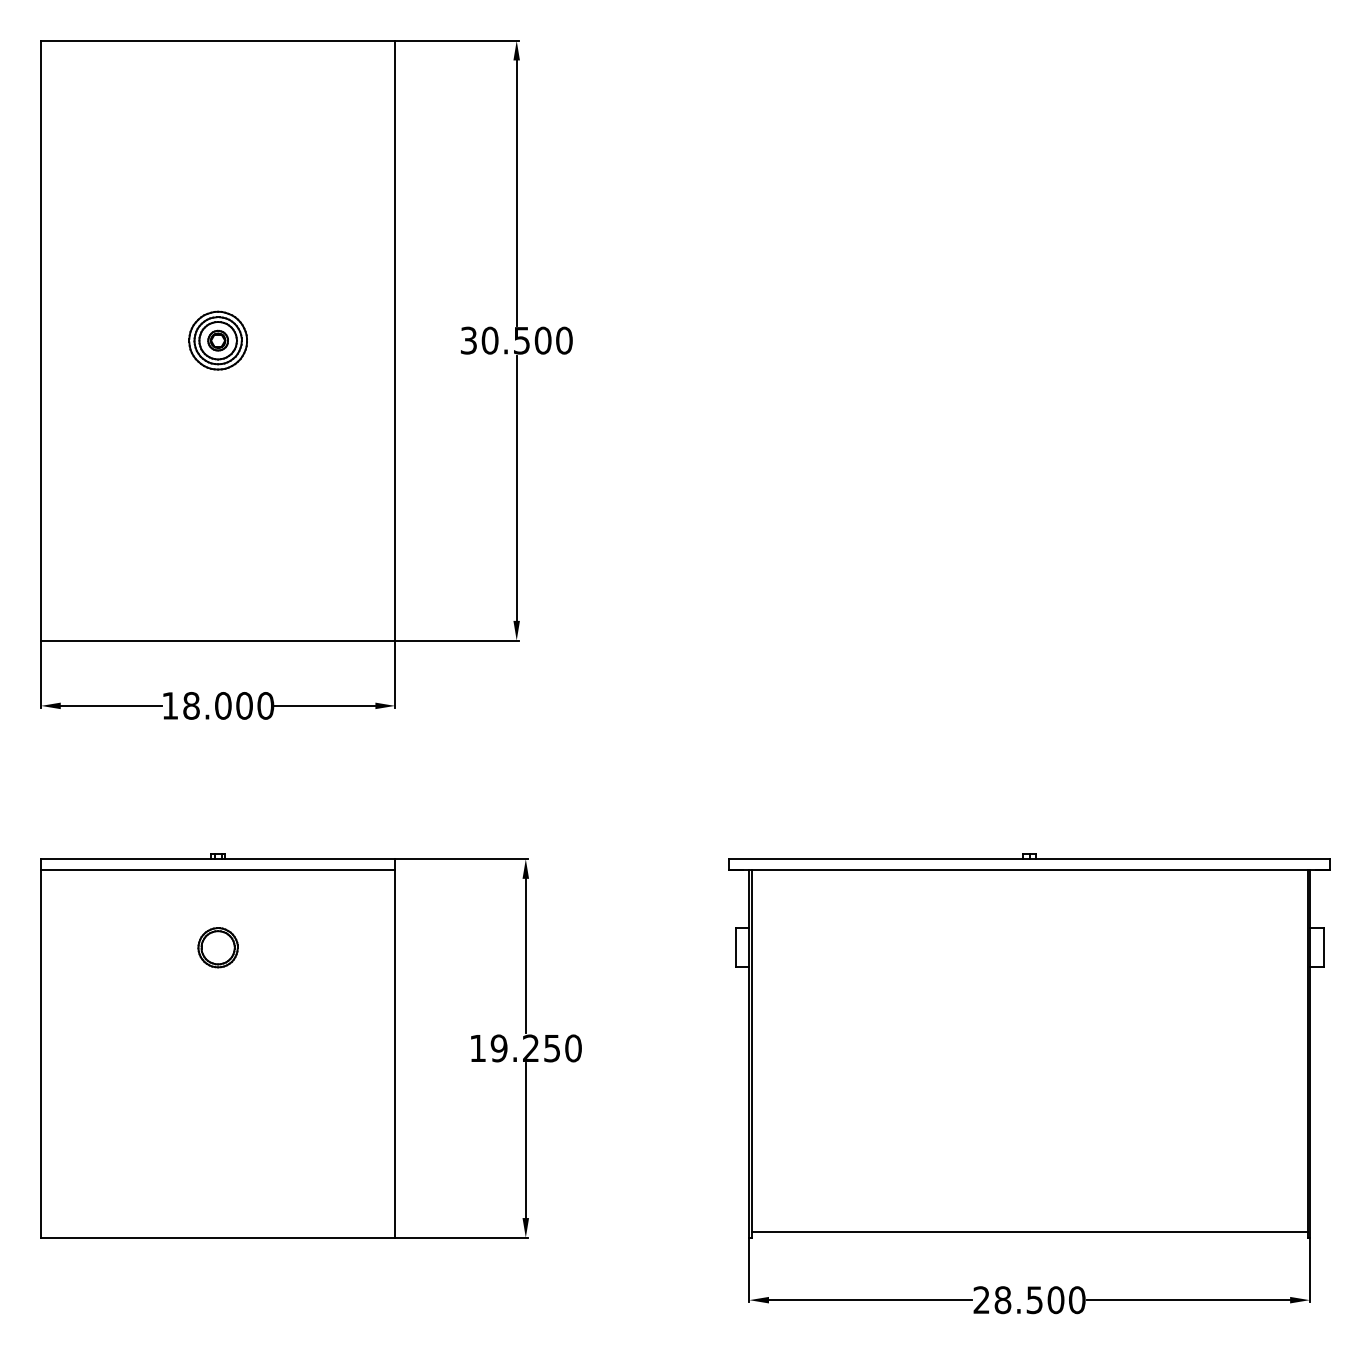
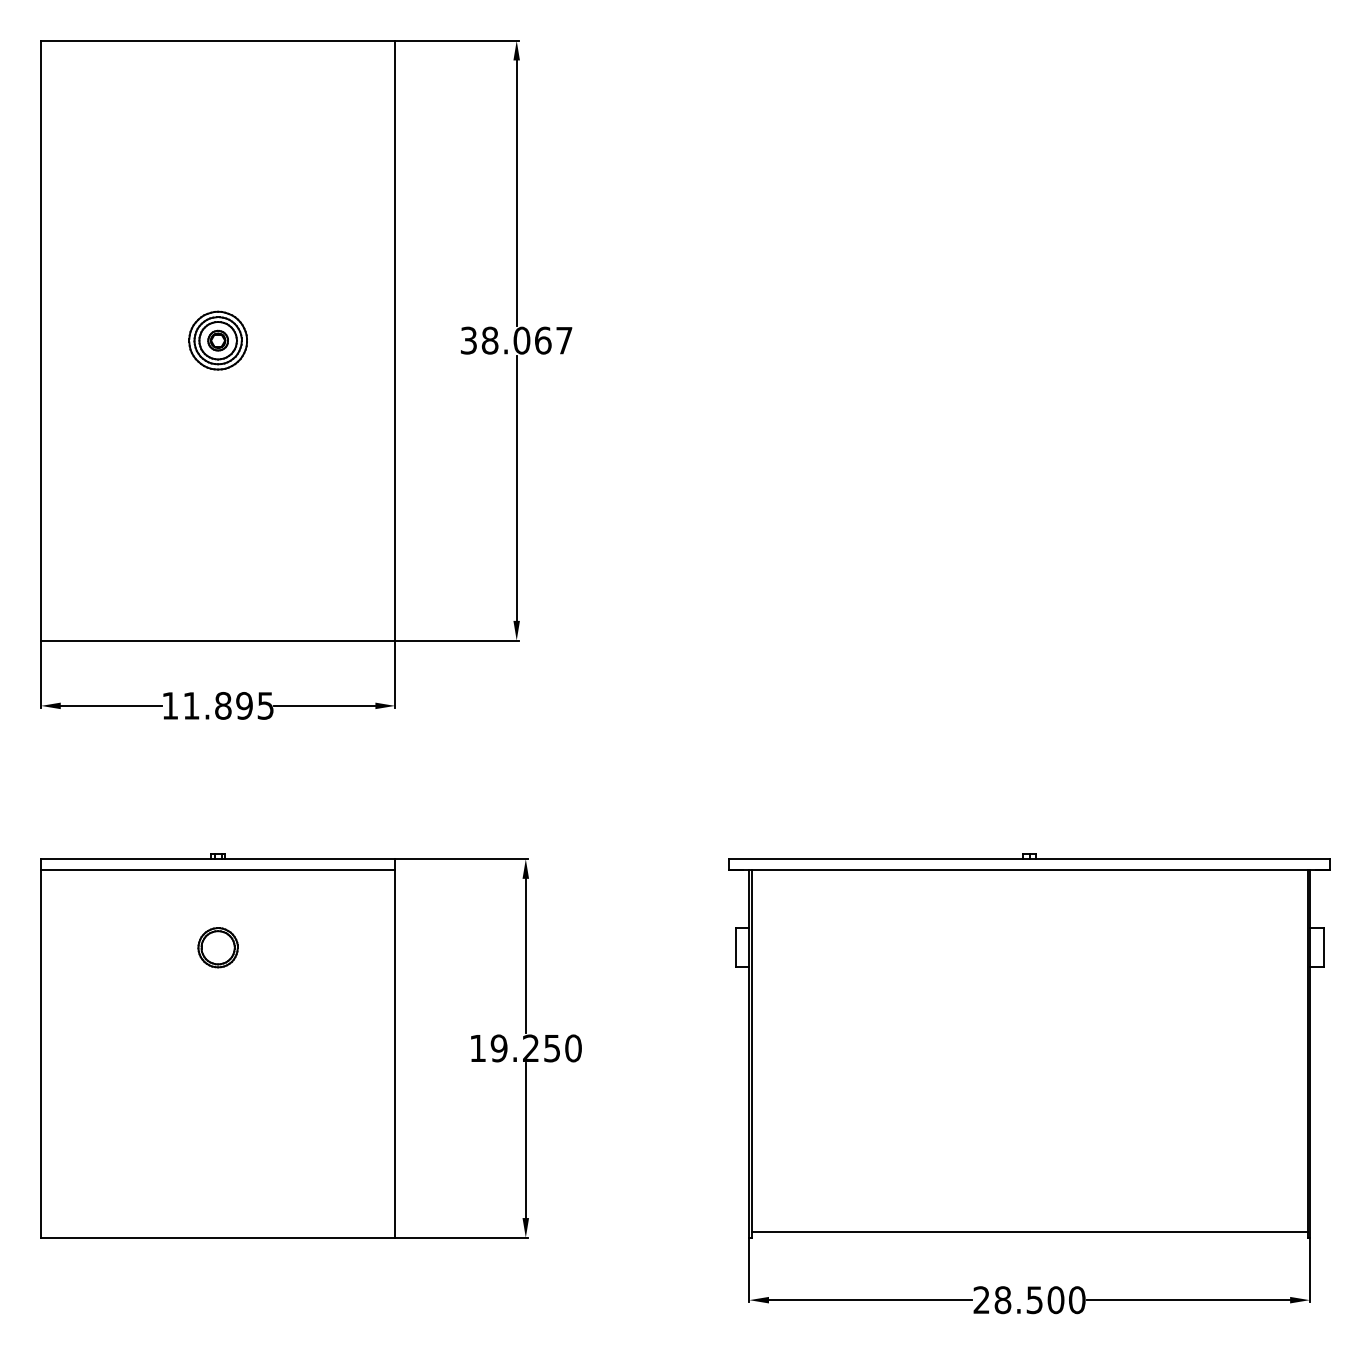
text at (526, 340): 30.500 -> 38.067
text at (228, 705): 18.000 -> 11.895
